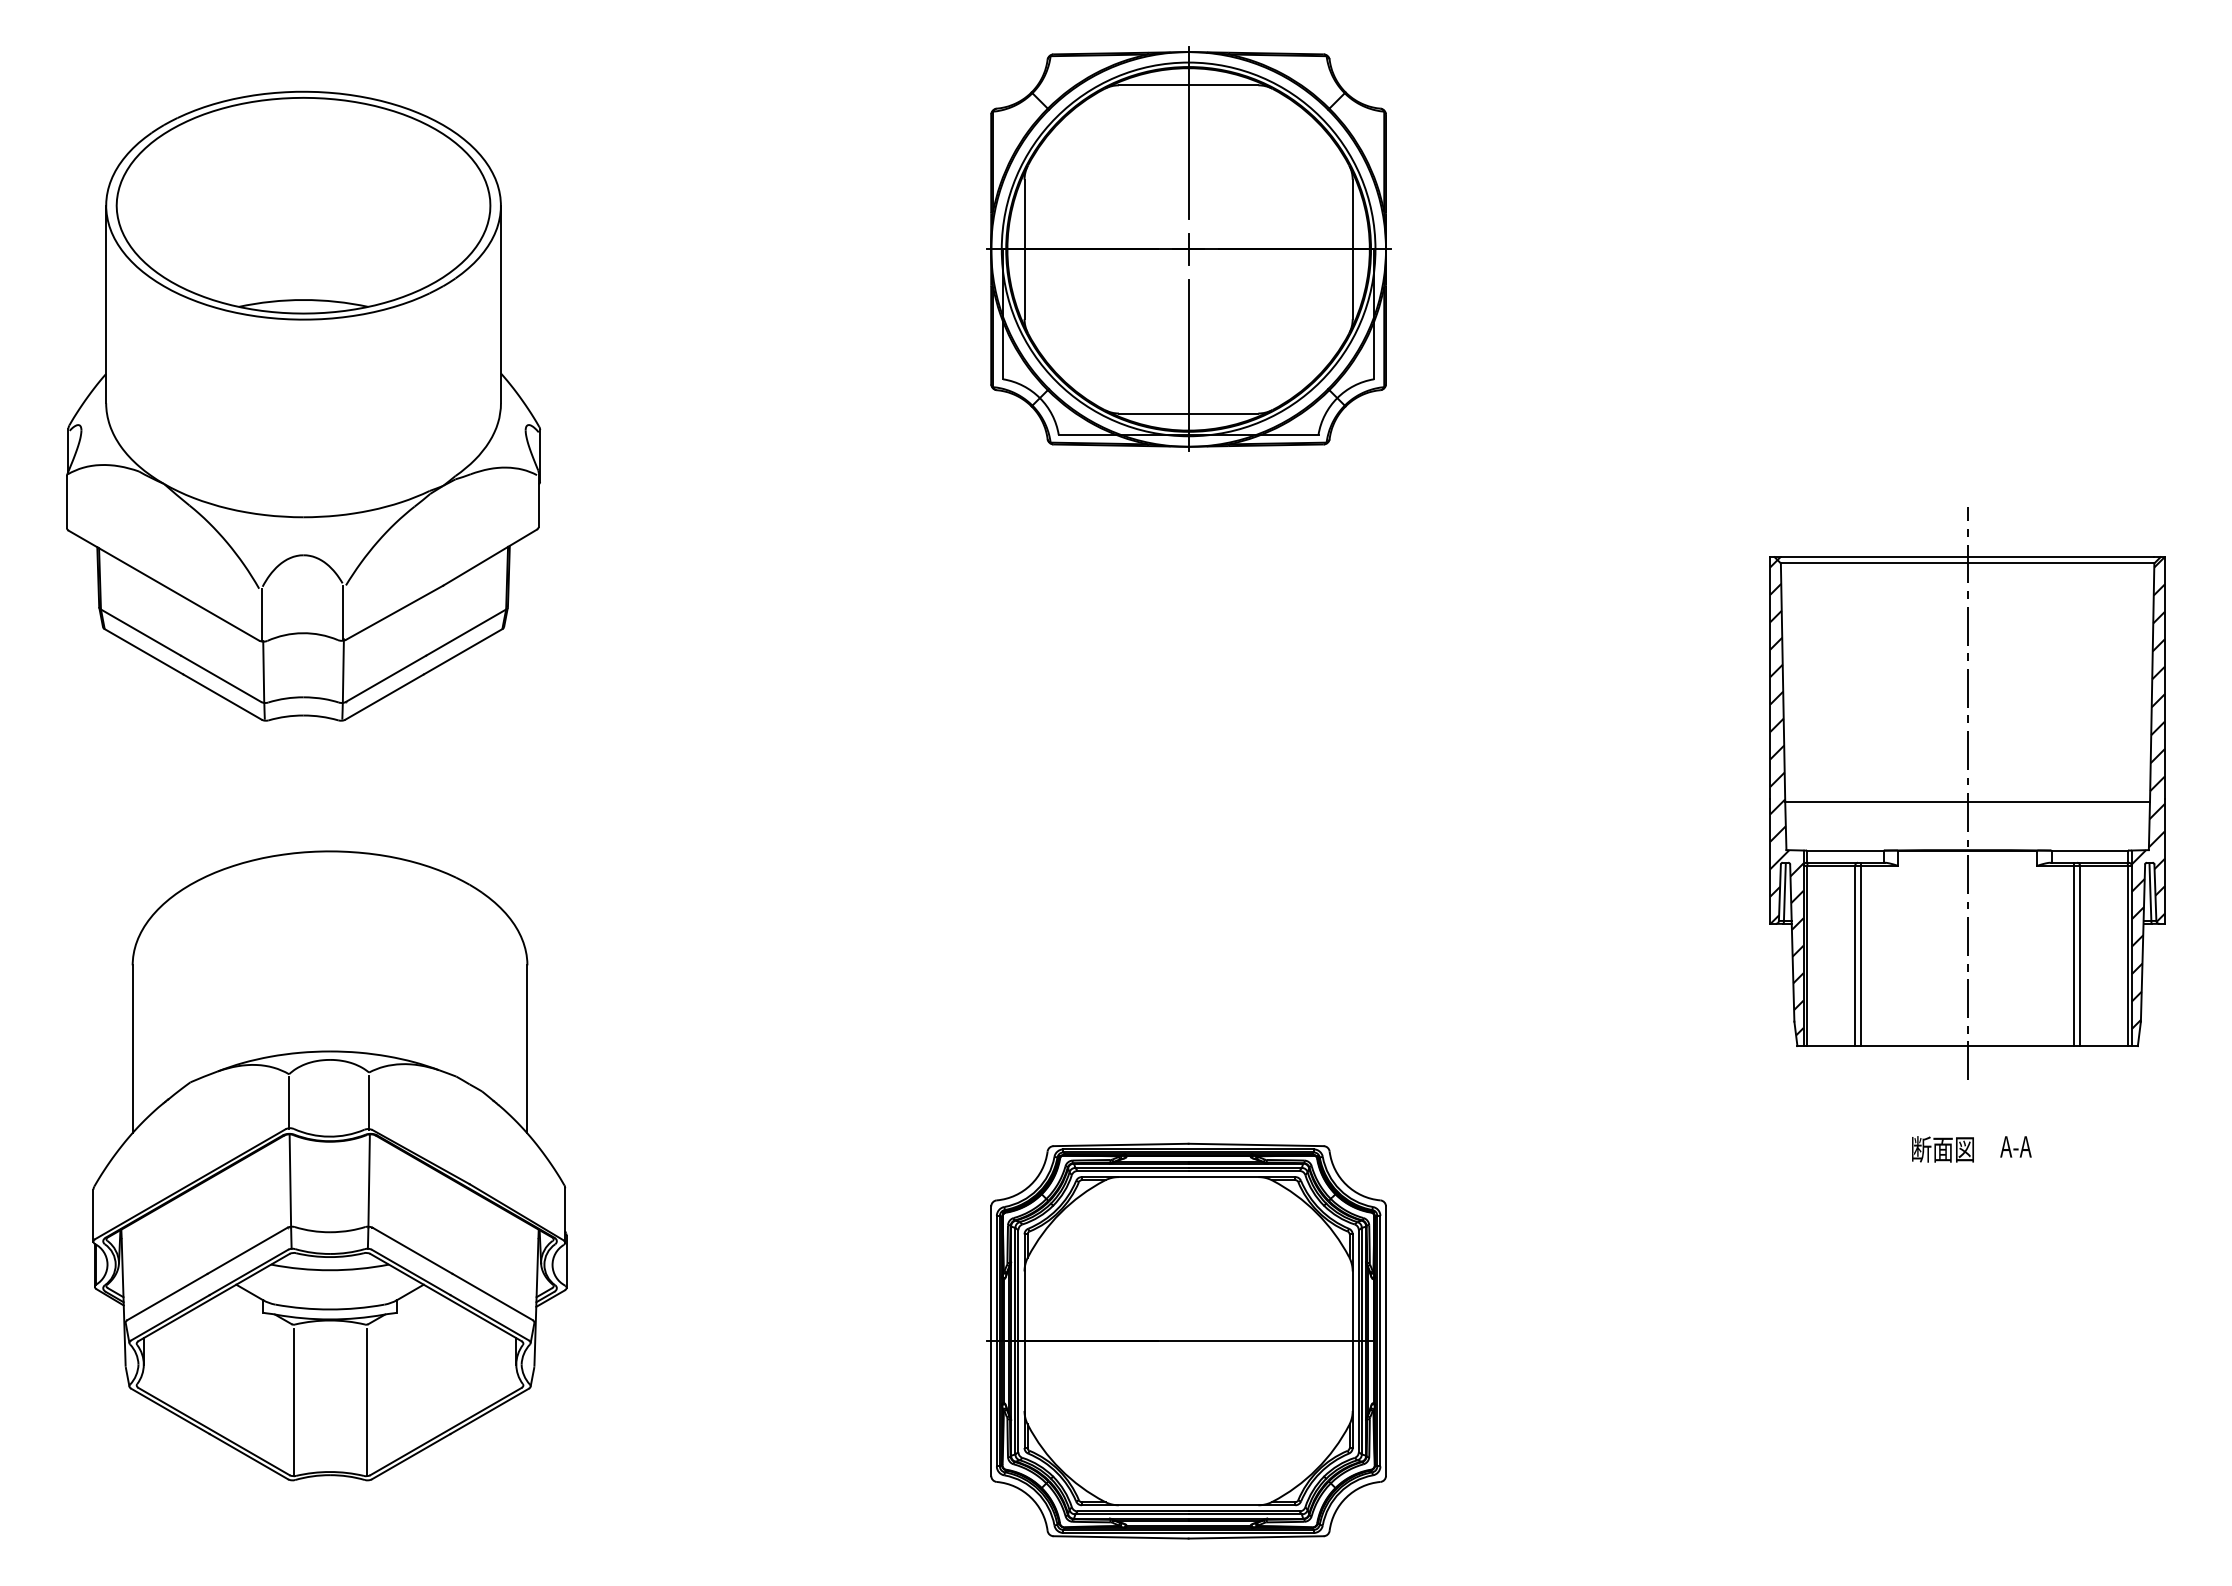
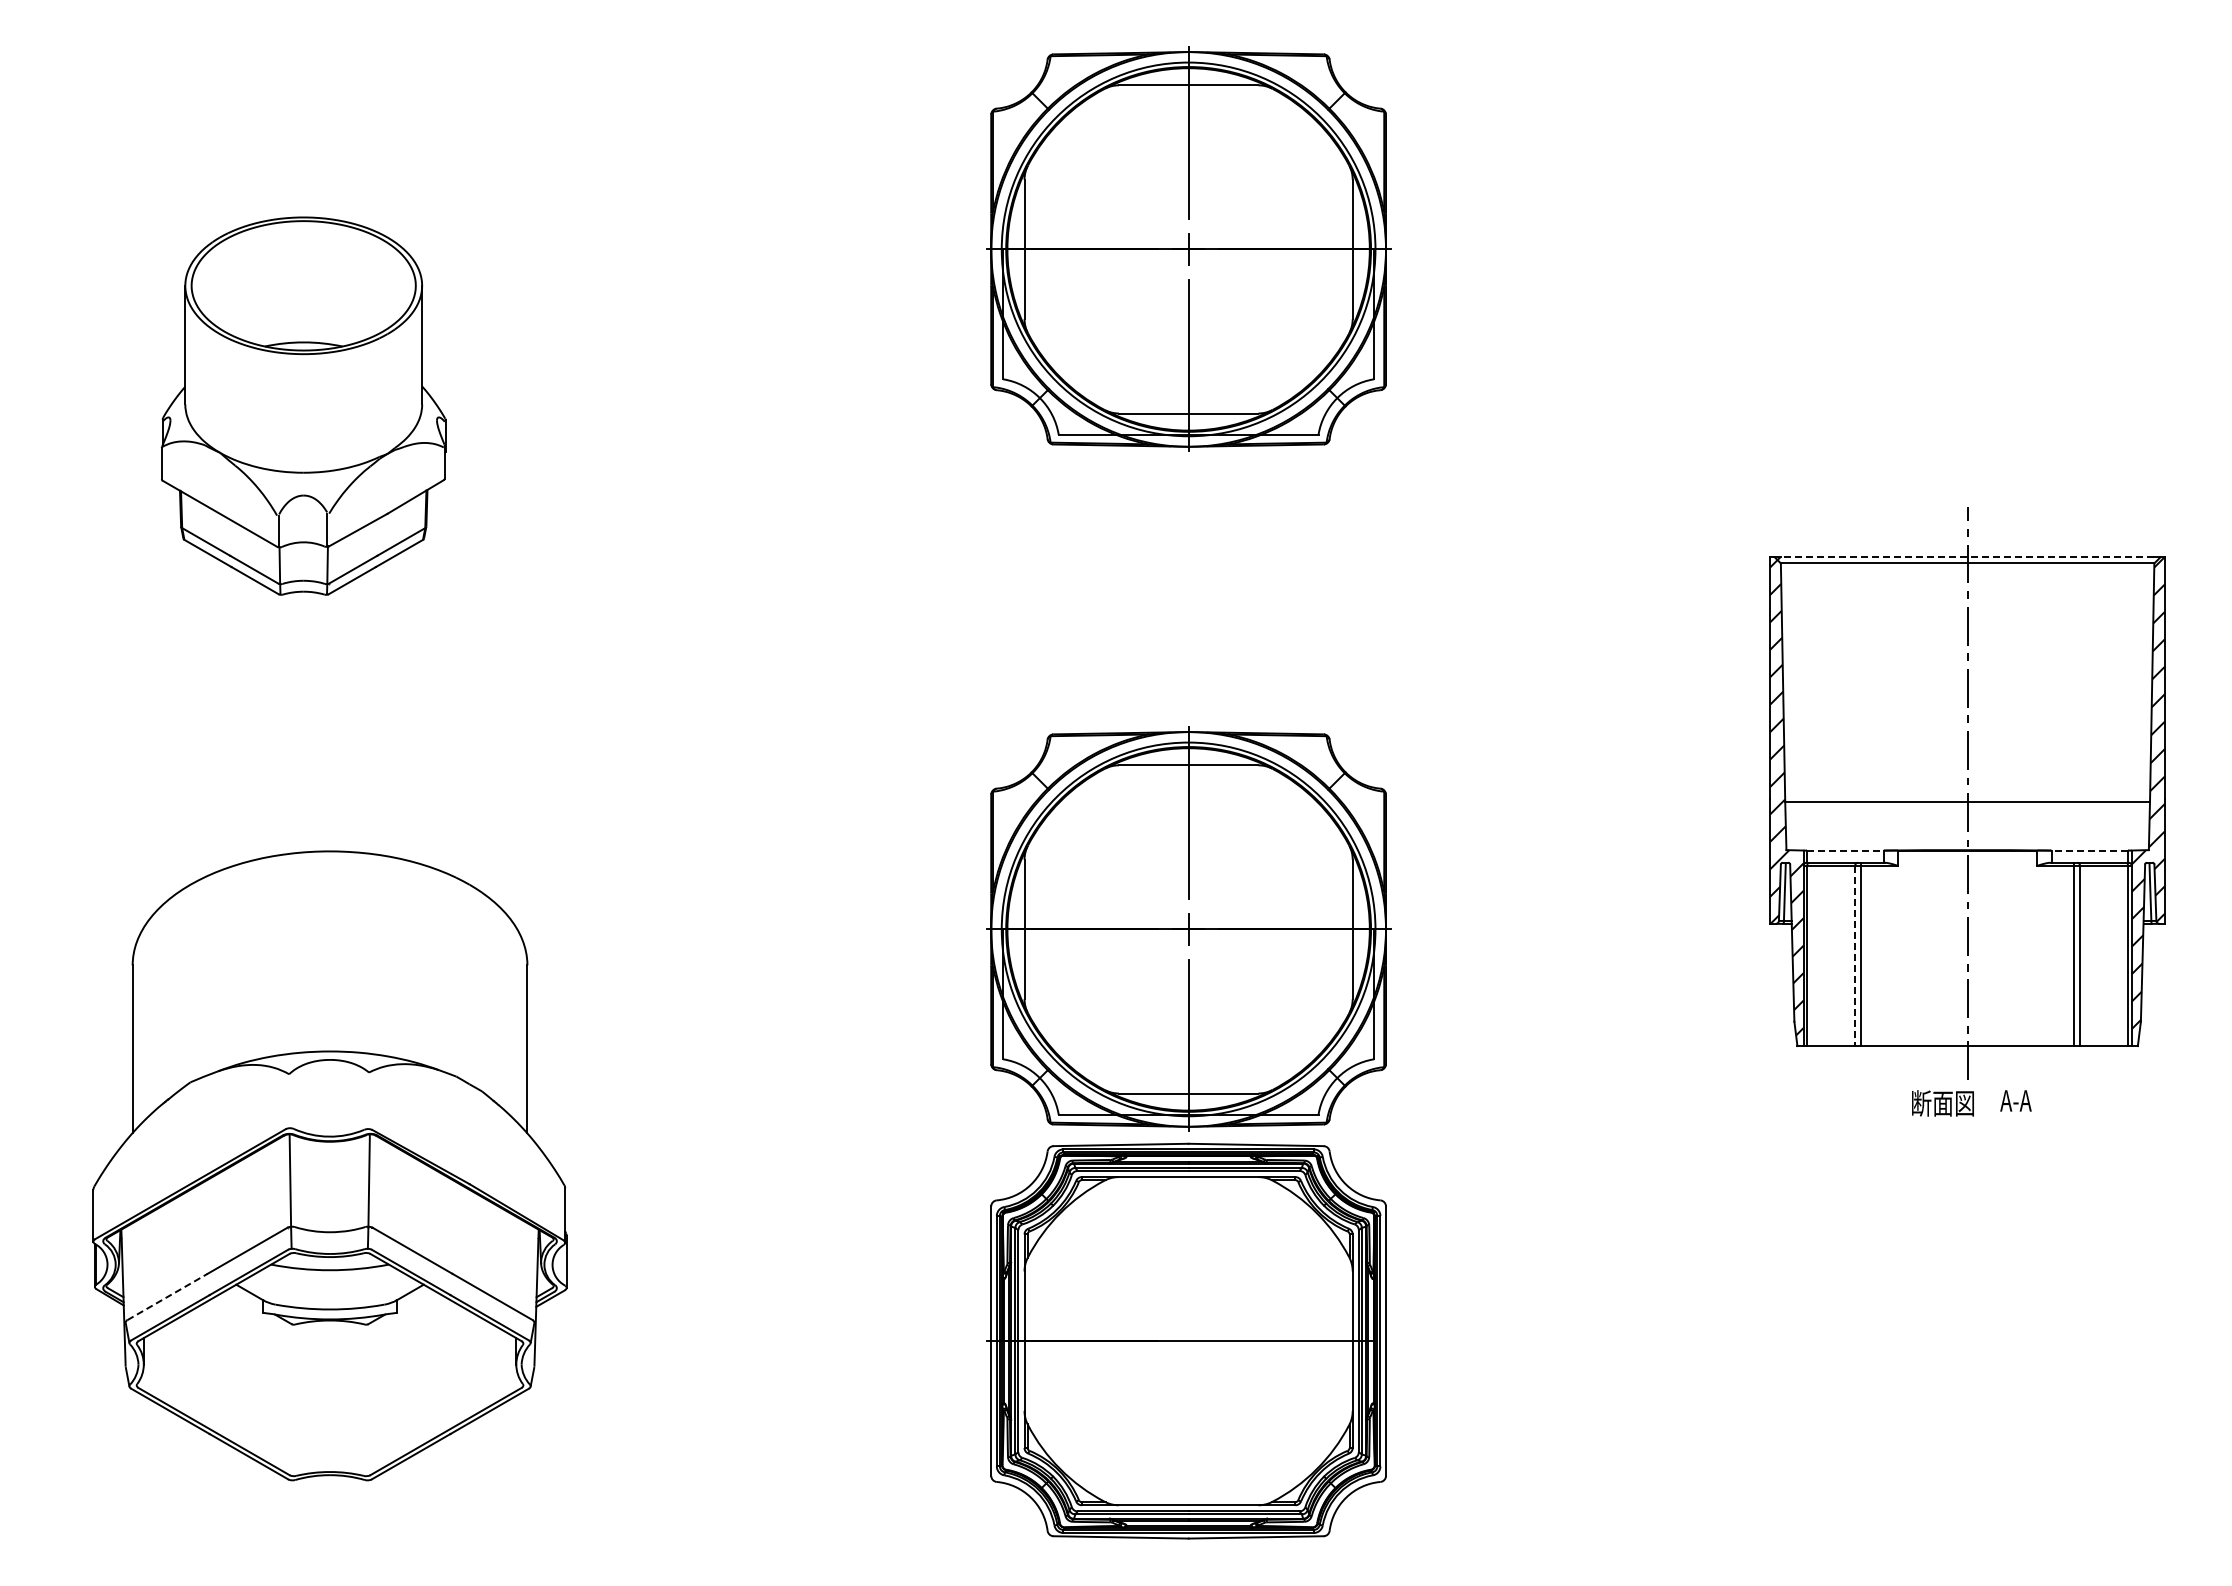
part at (303, 405) size: 476x632 px -> 287x380 px
line at (1967, 557): solid -> dashed
line at (1845, 850): solid -> dashed
line at (2089, 850): solid -> dashed
part at (1188, 928): none -> present
line at (1855, 956): solid -> dashed
line at (369, 1102): present -> none
line at (289, 1103): present -> none
text at (1971, 1149) position: (1971, 1149) -> (1971, 1103)
line at (167, 1296): solid -> dashed
line at (293, 1401): present -> none
line at (367, 1401): present -> none
